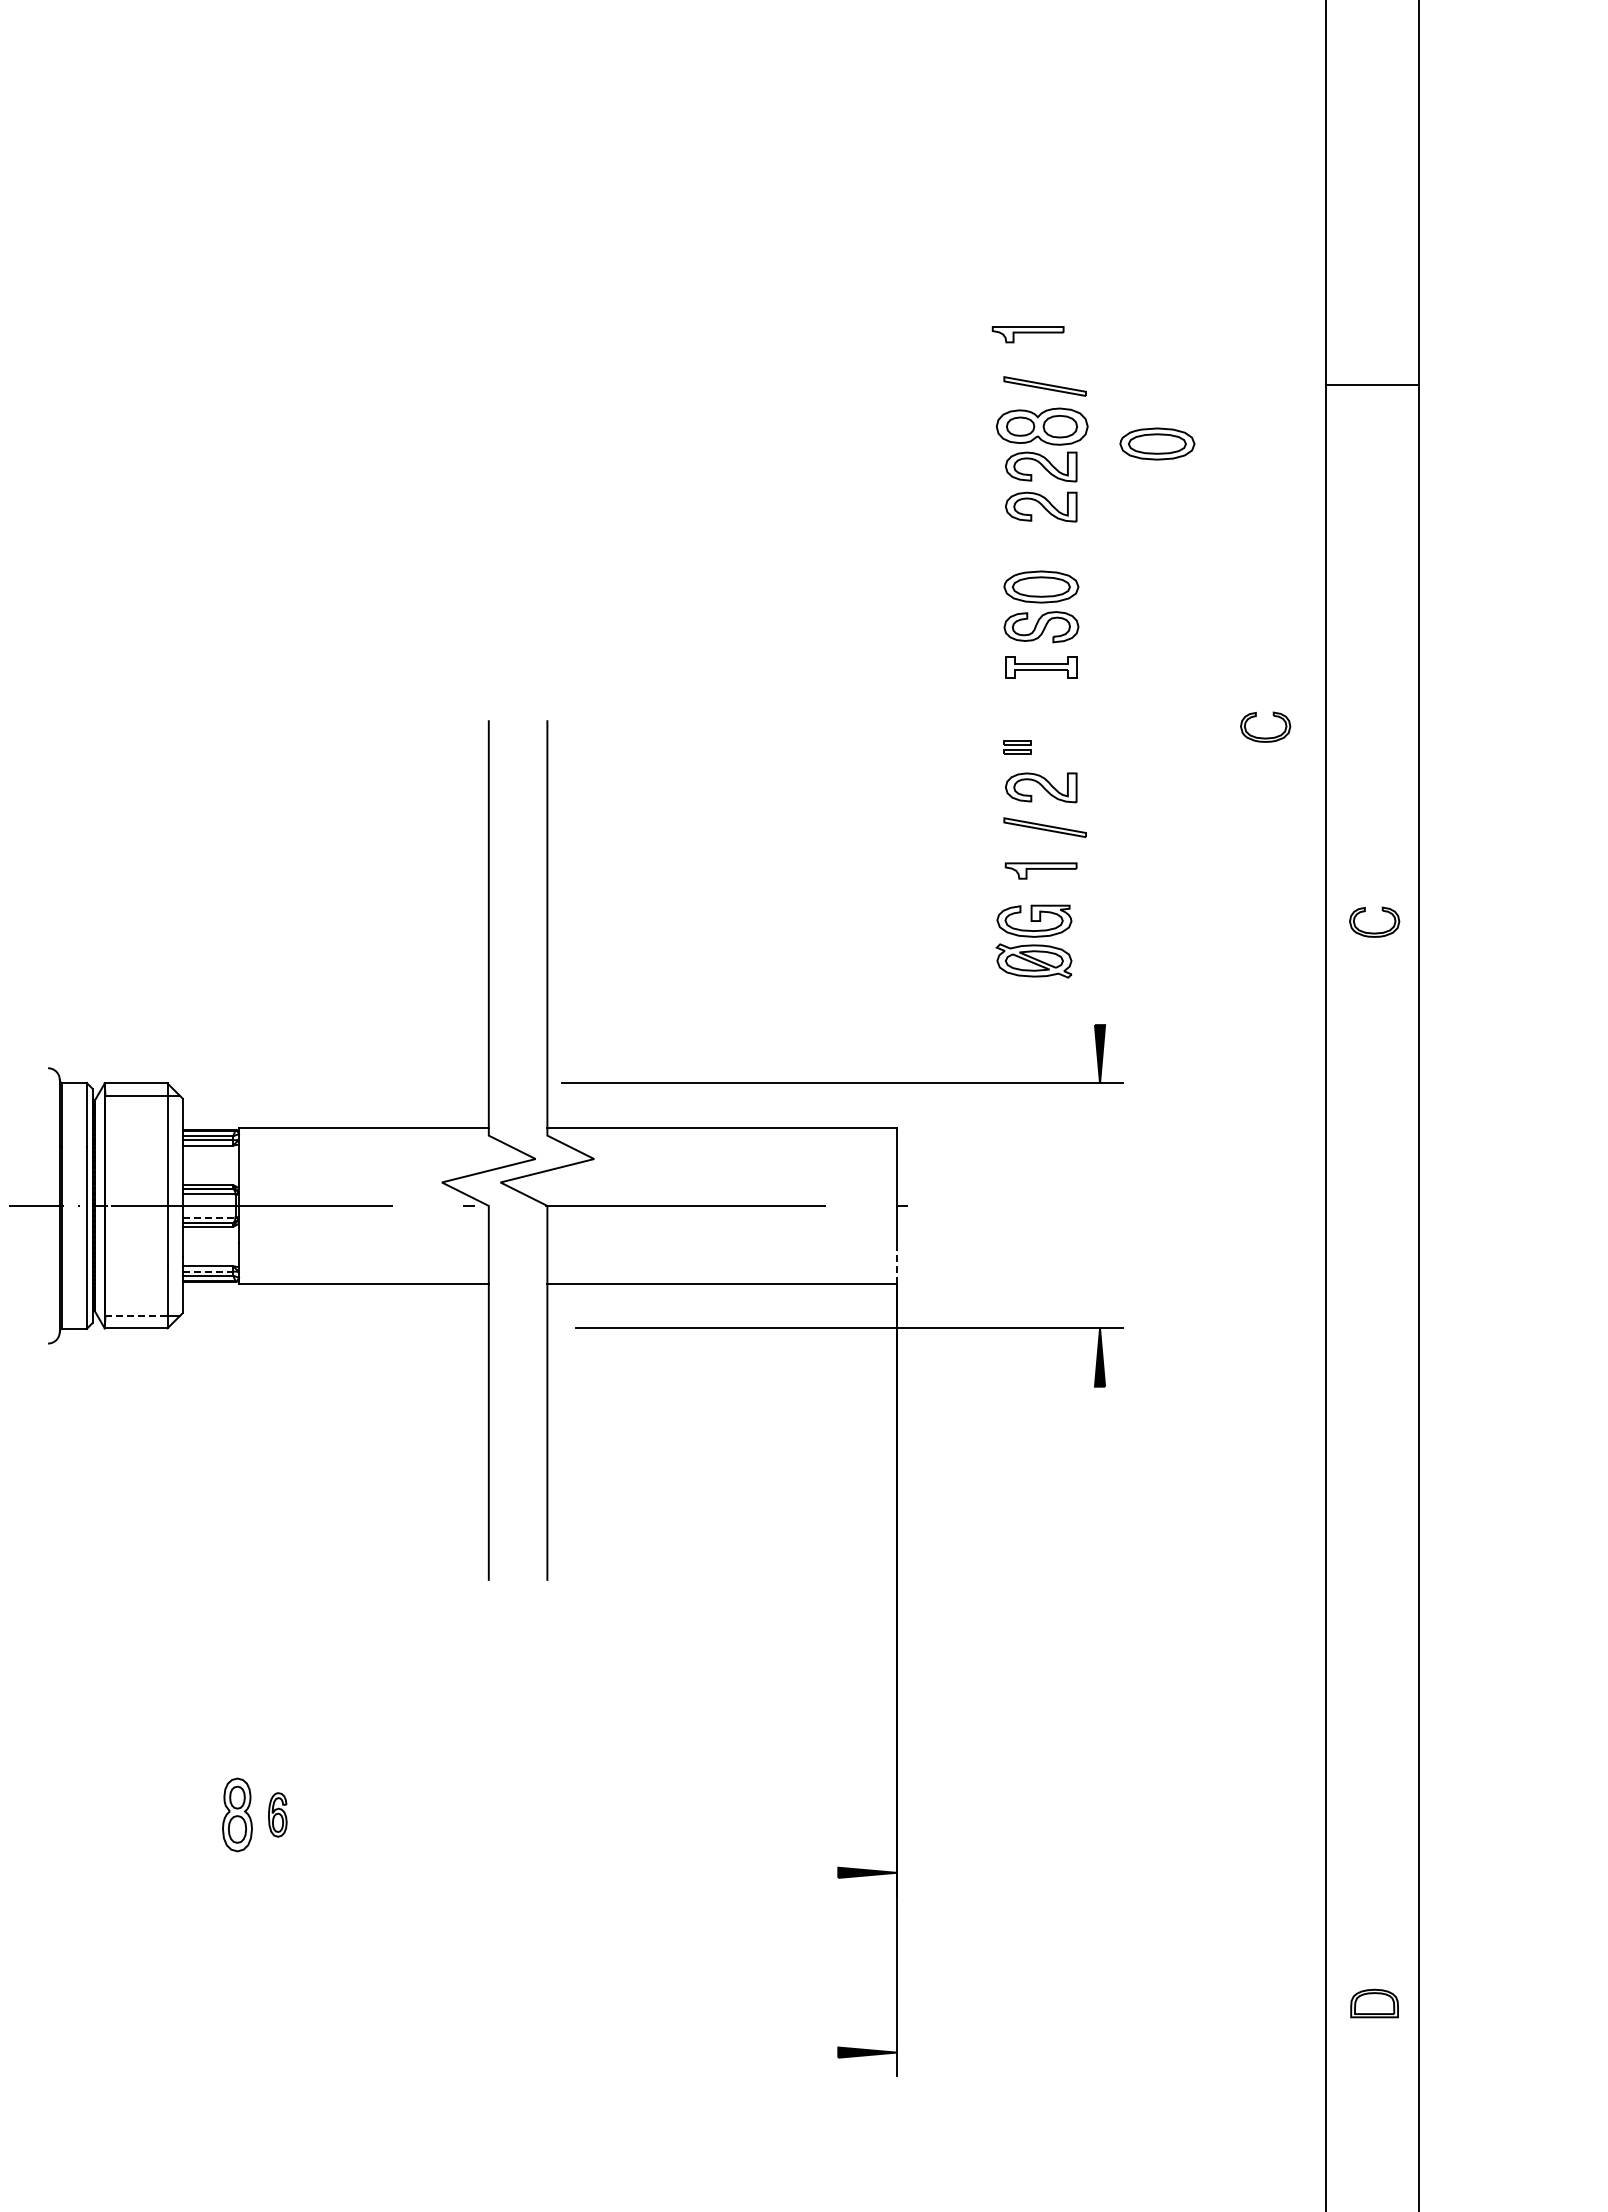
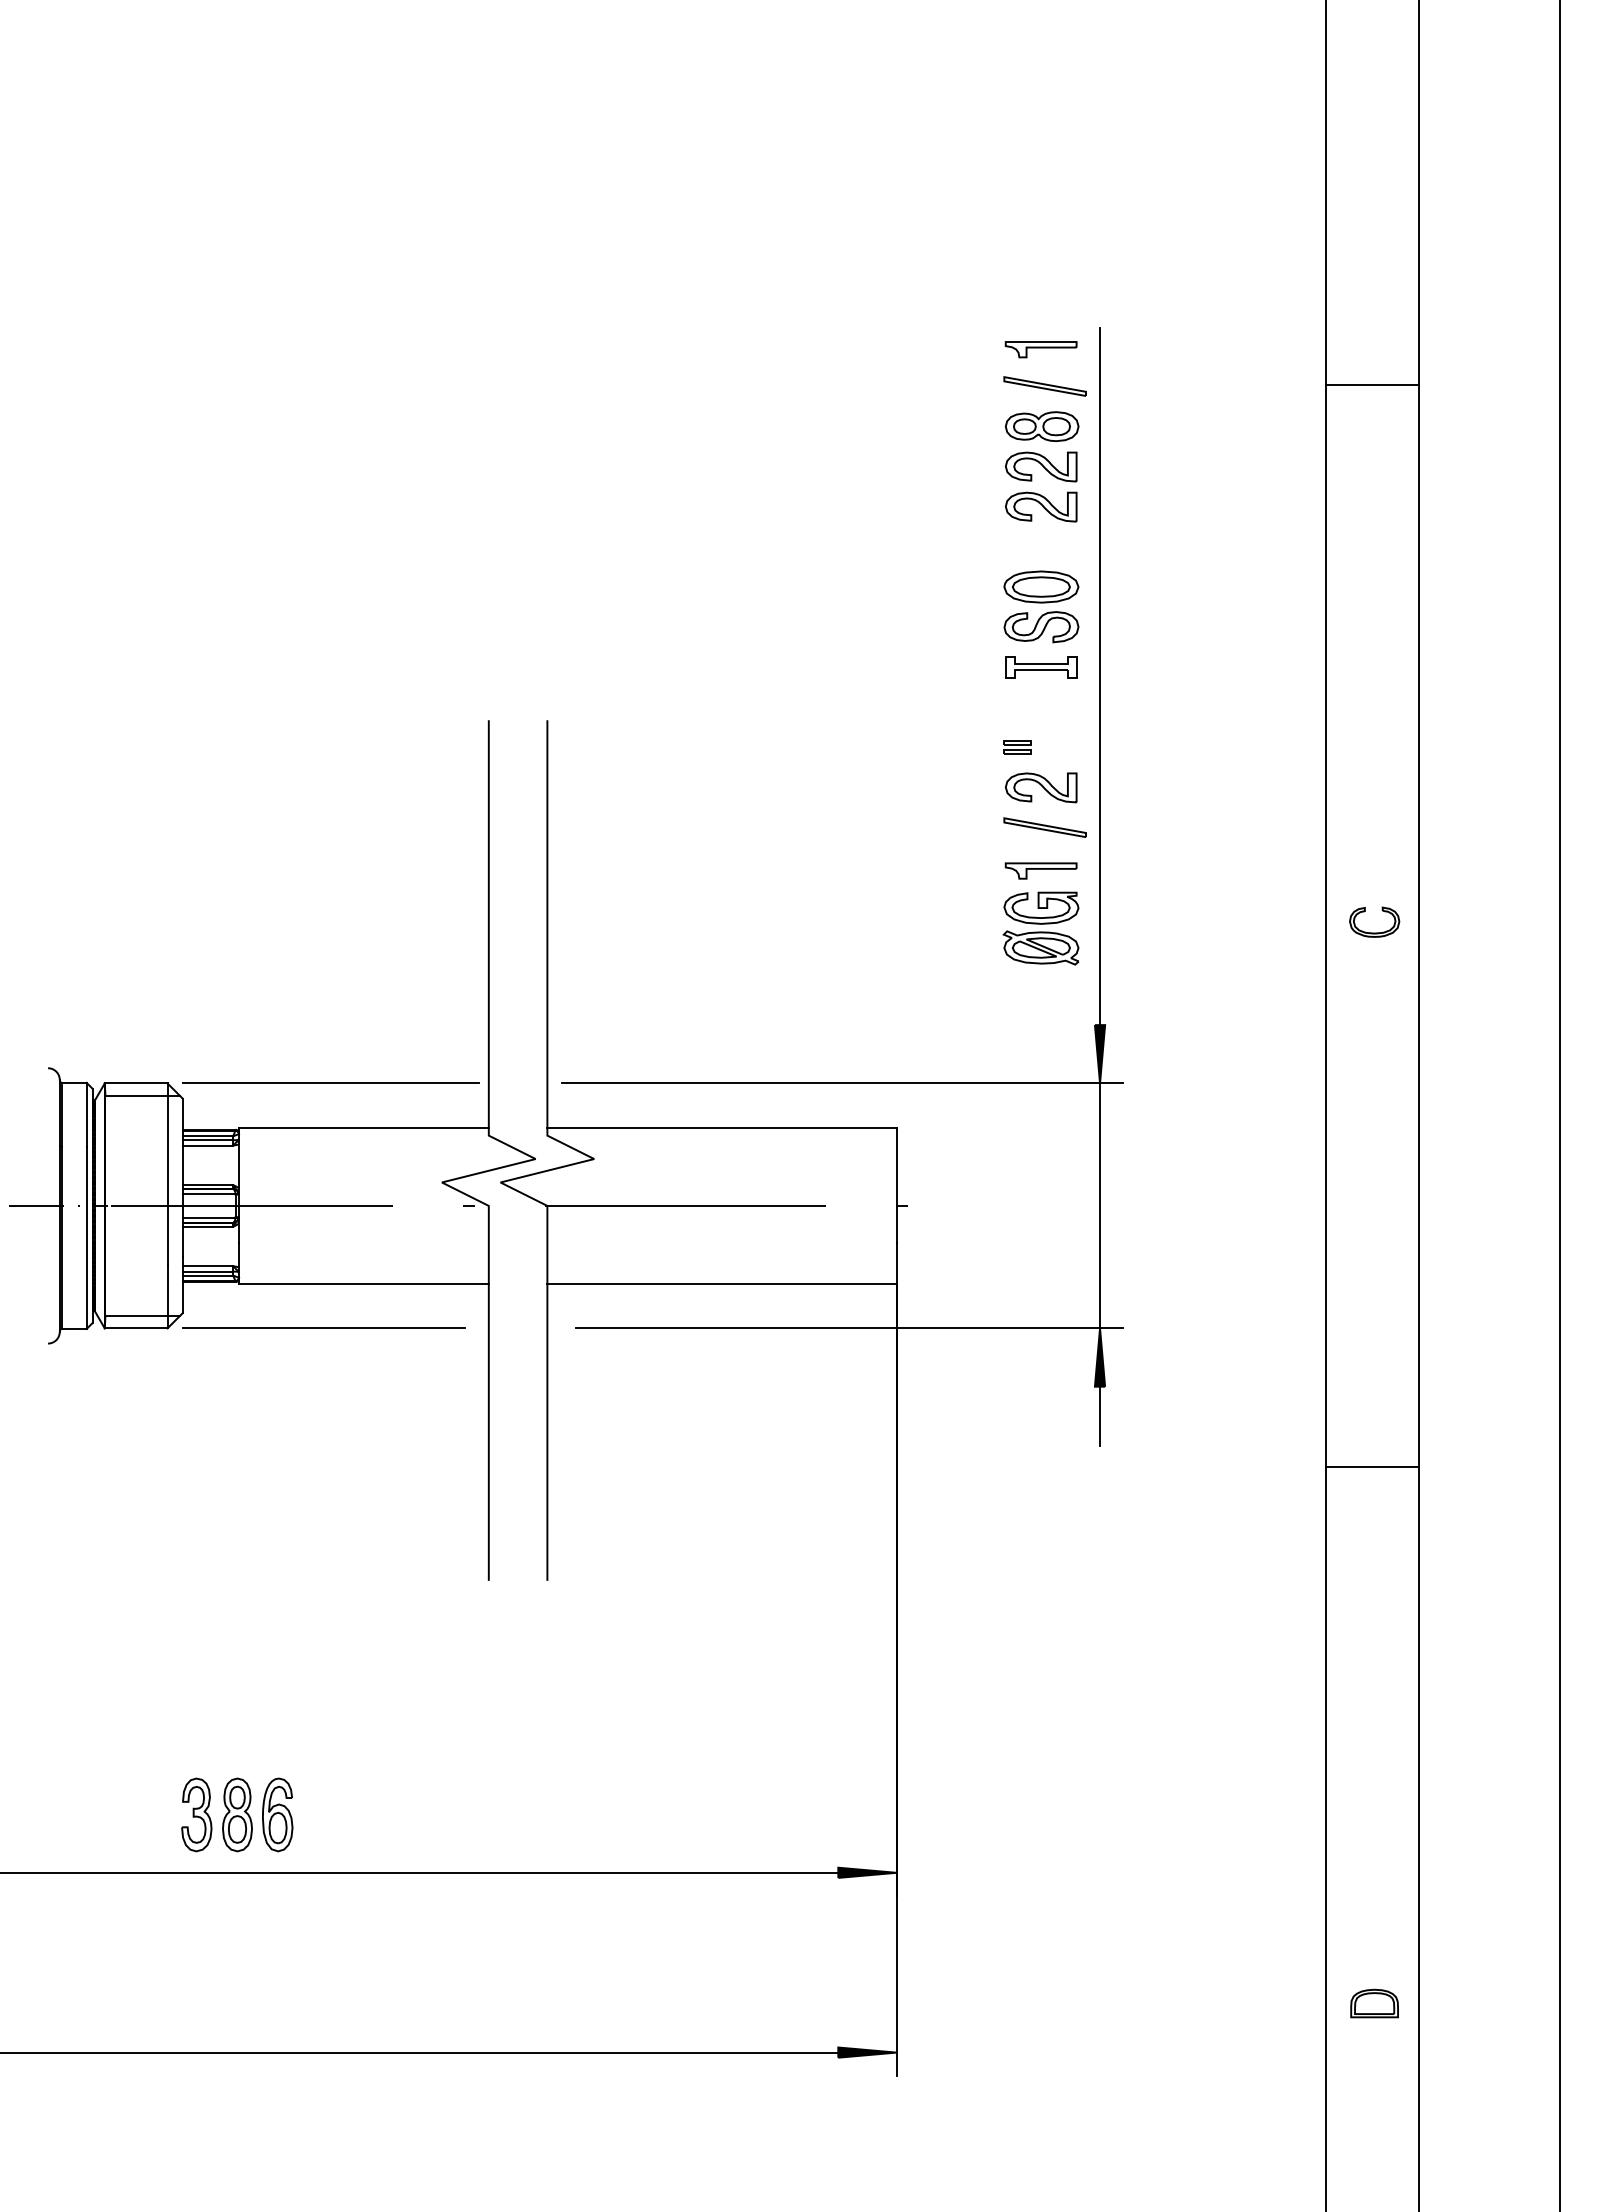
part at (1027, 334) position: (1027, 334) -> (1040, 349)
part at (1041, 426) size: 94x39 px -> 76x31 px
part at (1157, 443): present -> none
line at (1100, 676): none -> present
part at (1265, 737): present -> none
part at (1033, 941) position: (1033, 941) -> (1040, 928)
line at (330, 1083): none -> present
line at (1559, 1105): none -> present
line at (1100, 1205): none -> present
line at (209, 1217): dashed -> solid
line at (896, 1263): dashed -> solid
line at (208, 1271): dashed -> solid
line at (137, 1316): dashed -> solid
line at (323, 1327): none -> present
line at (1100, 1415): none -> present
line at (1372, 1466): none -> present
part at (196, 1814): none -> present
part at (277, 1814) size: 20x46 px -> 32x76 px
line at (420, 1872): none -> present
line at (420, 2052): none -> present
